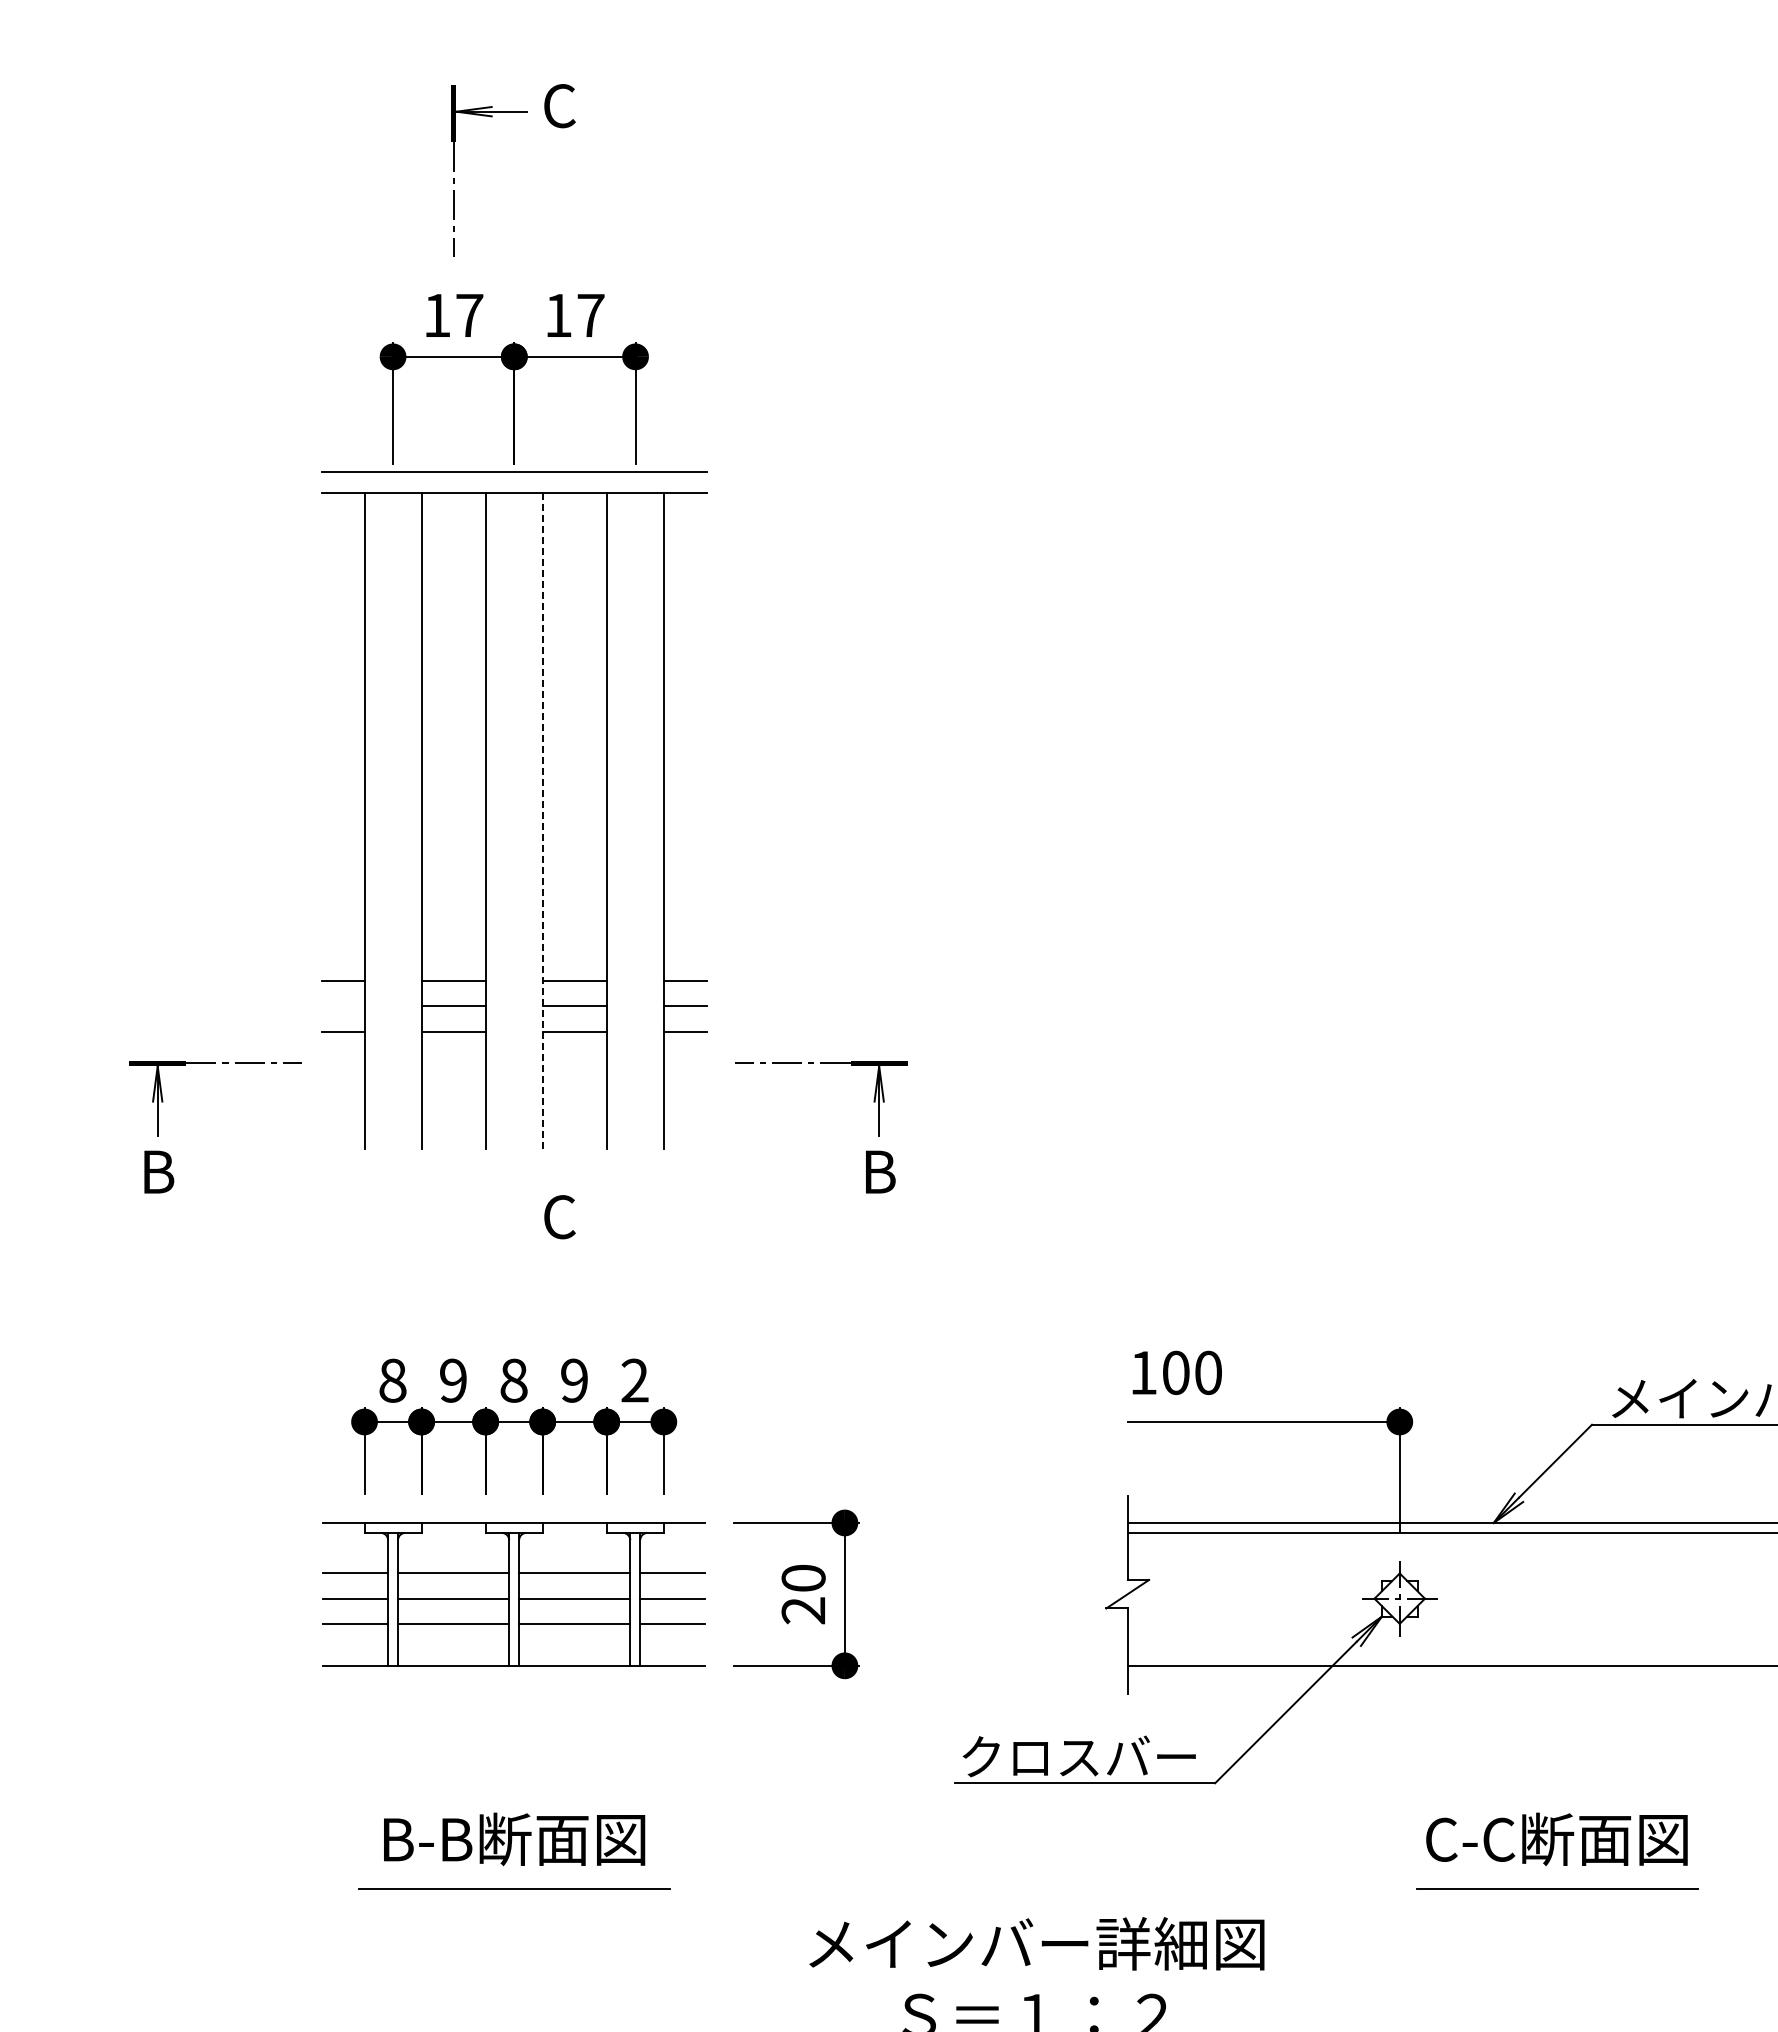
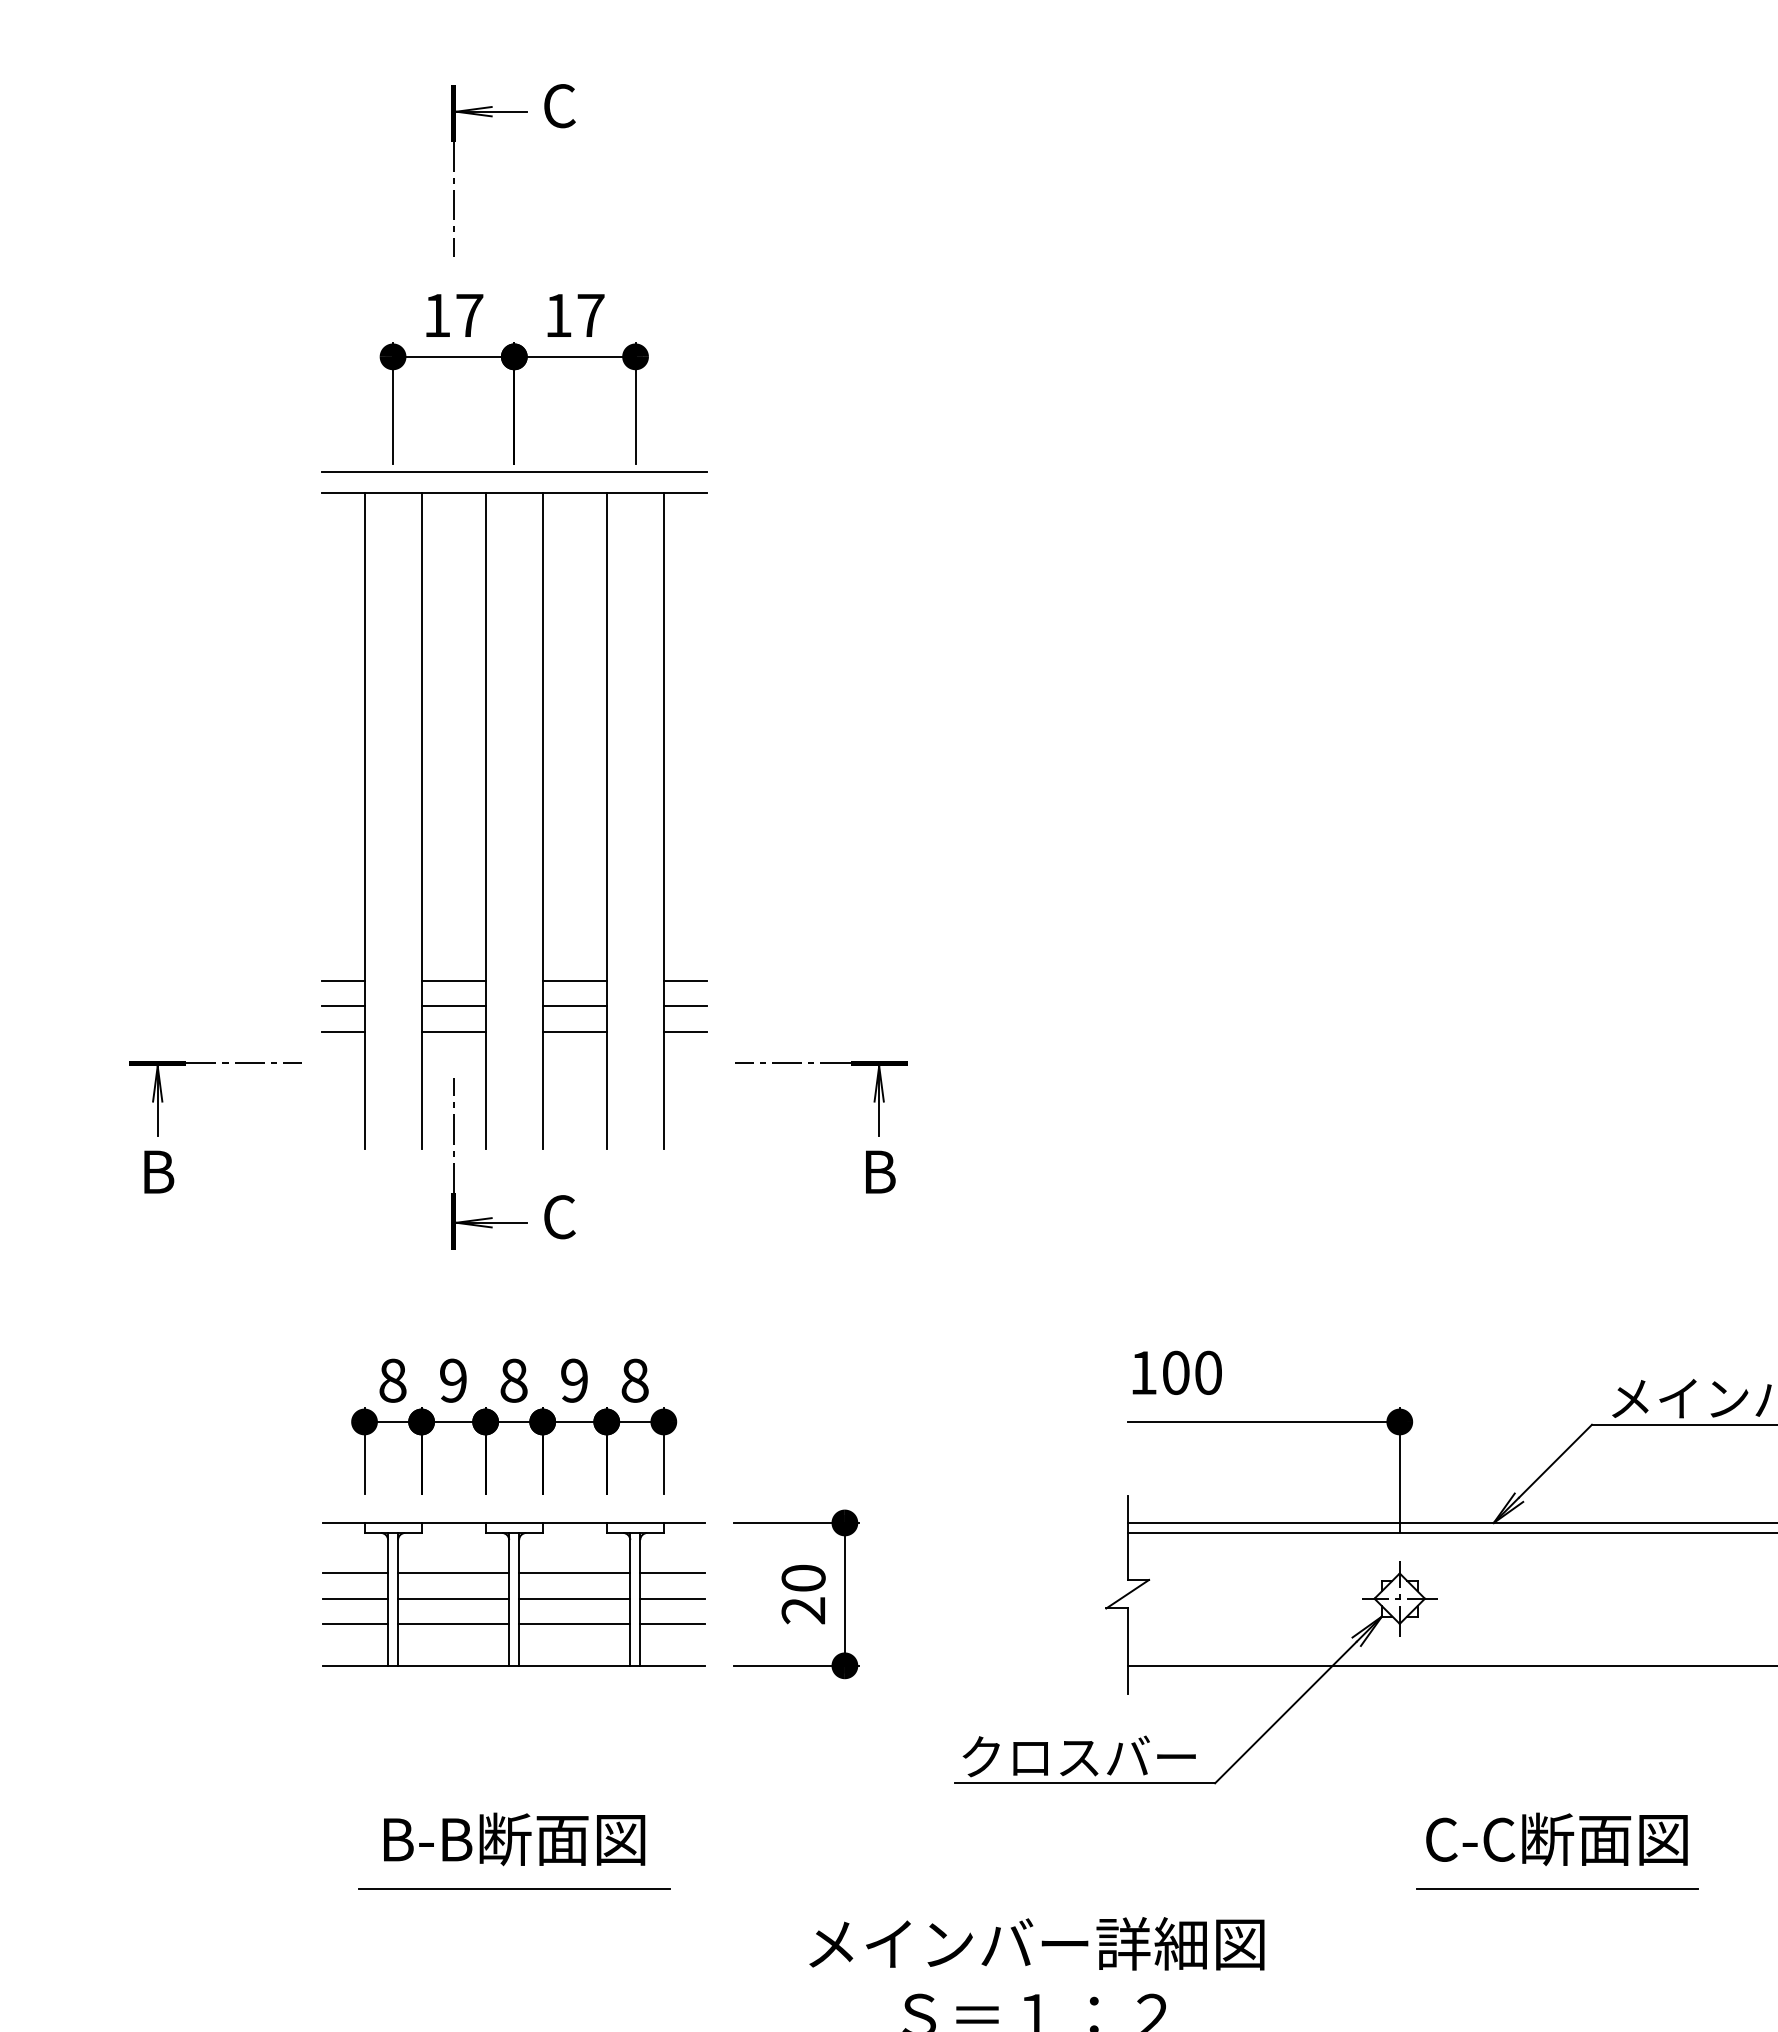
line at (542, 820): dashed -> solid
line at (342, 1006): none -> present
part at (454, 1163): none -> present
text at (634, 1380): 2 -> 8
